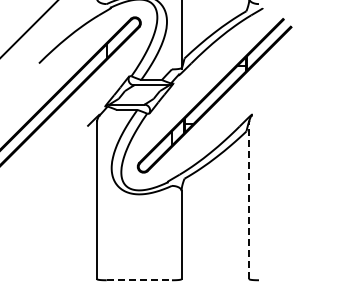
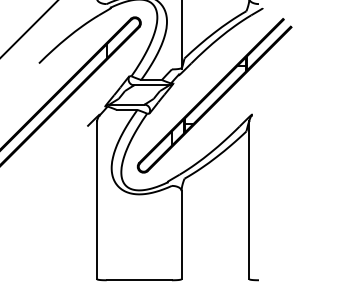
line at (249, 200): dashed -> solid
line at (139, 280): dashed -> solid
